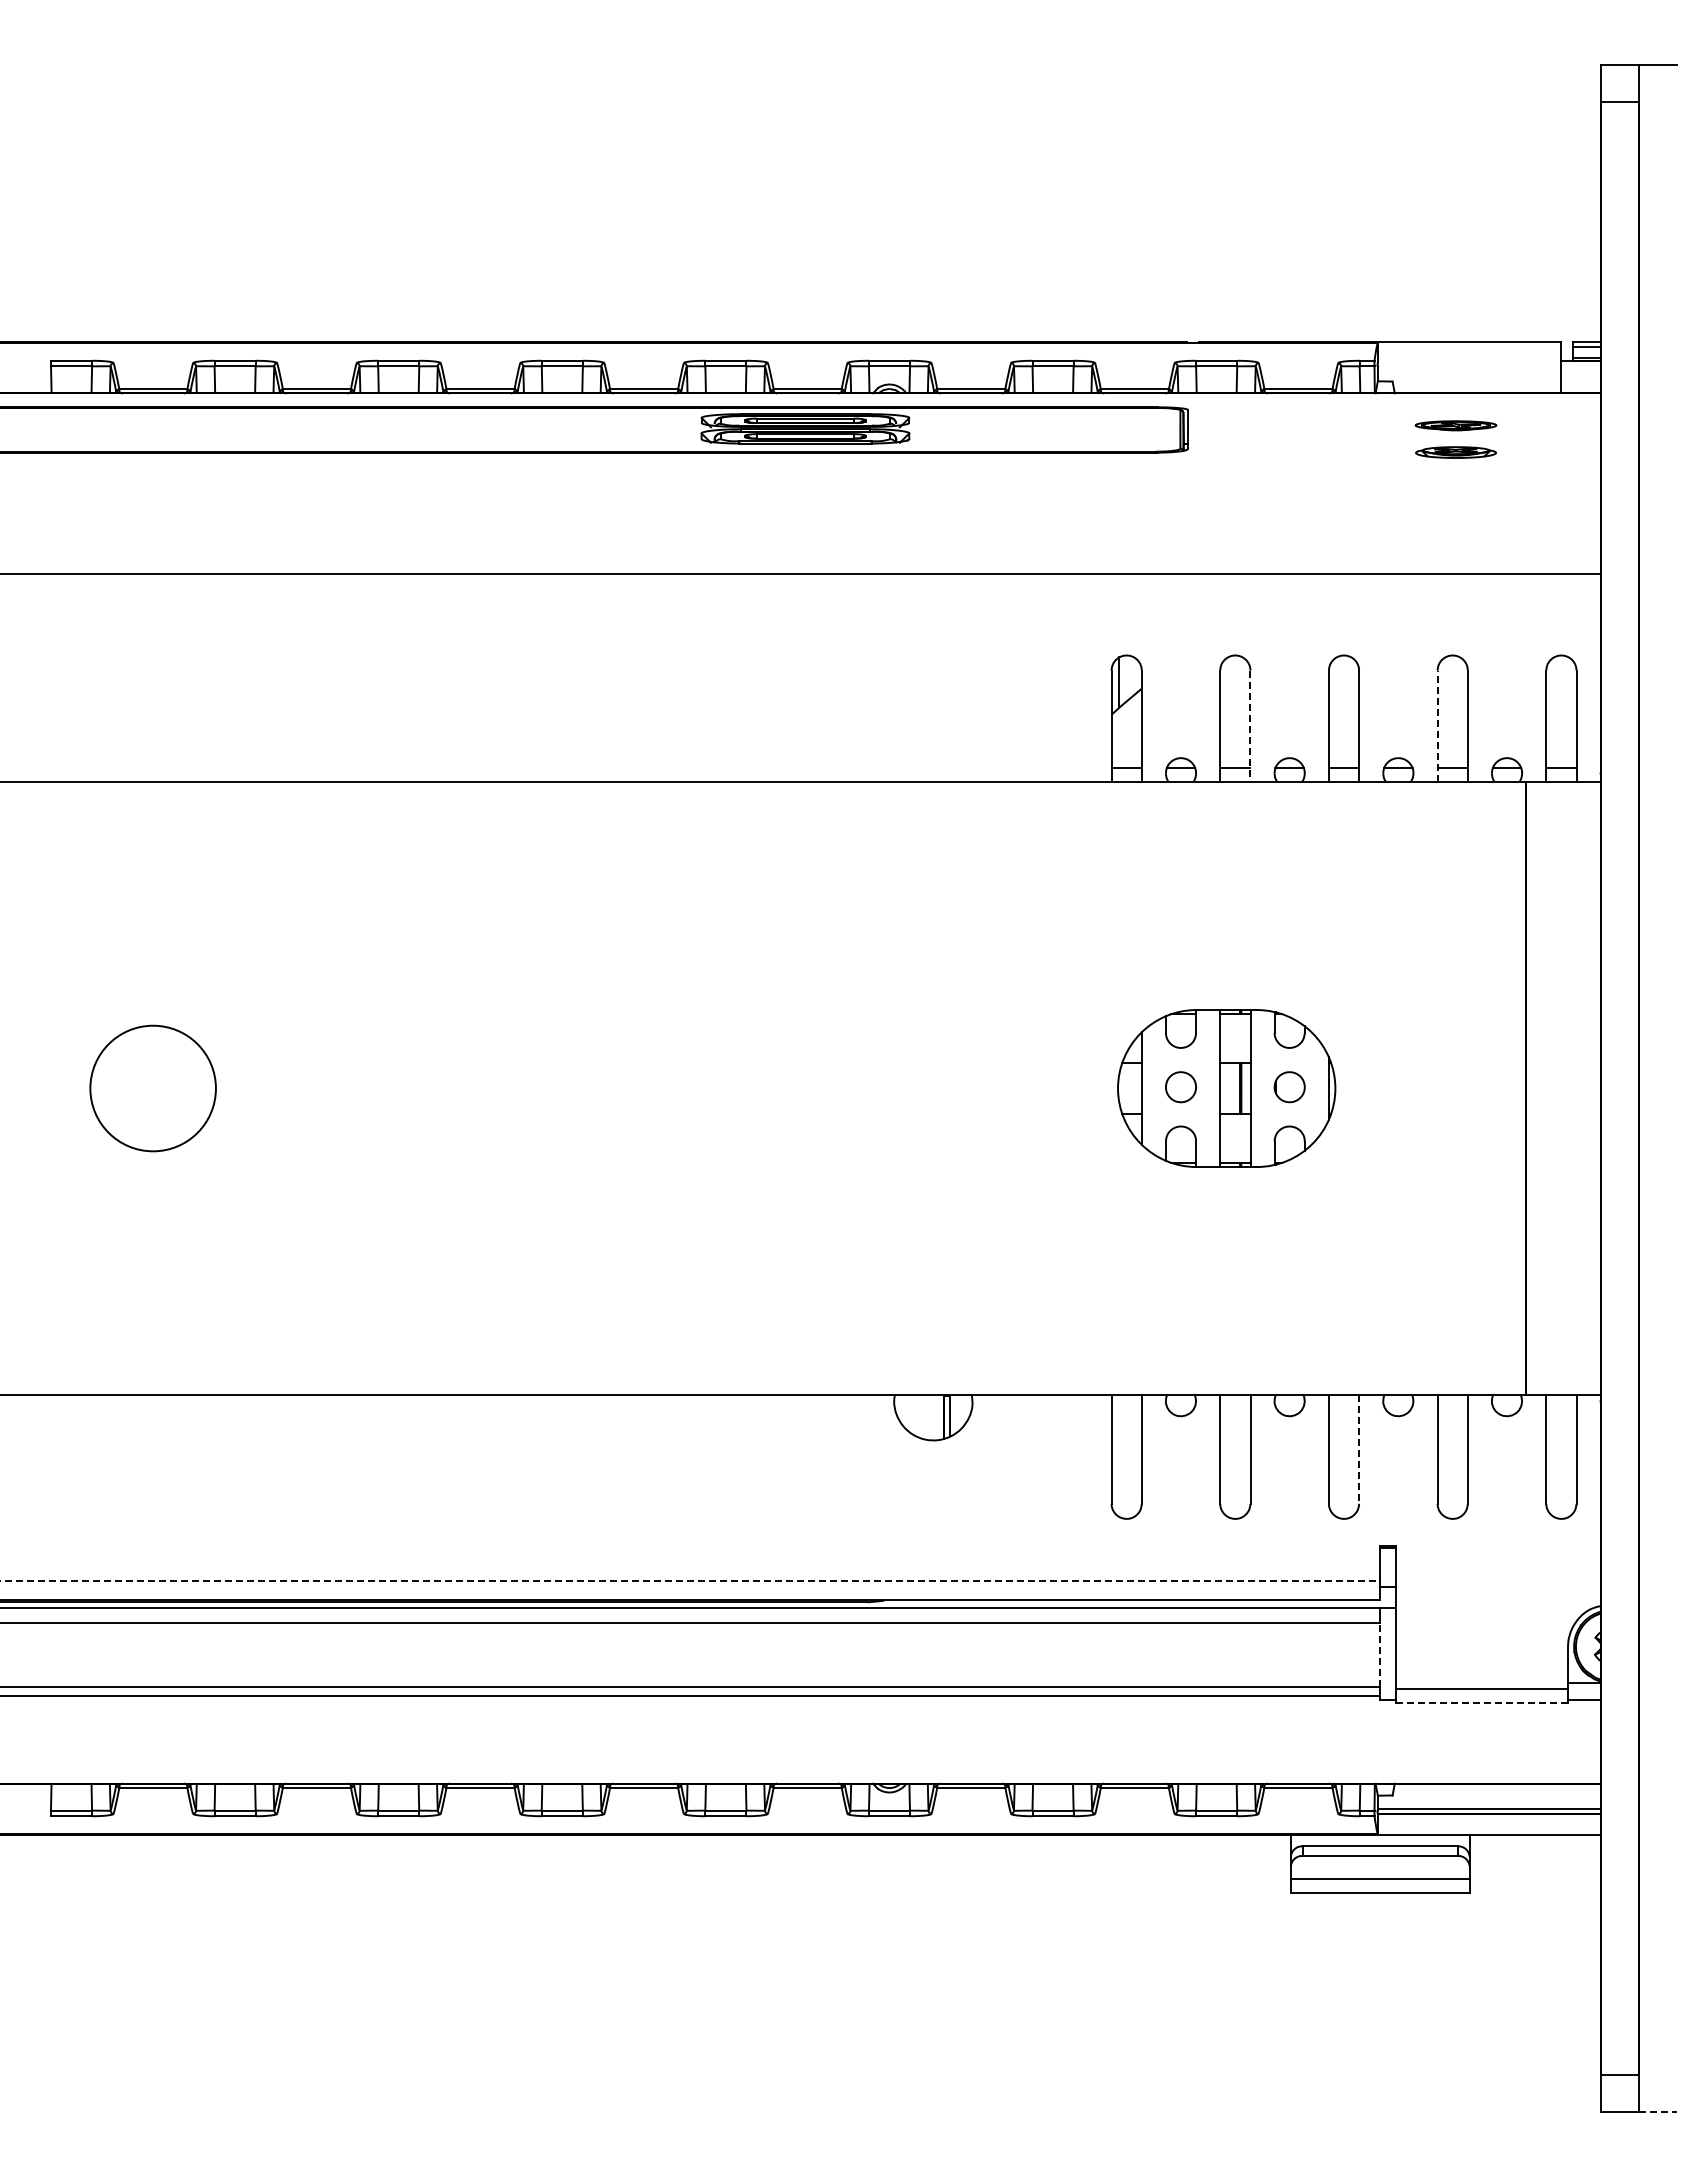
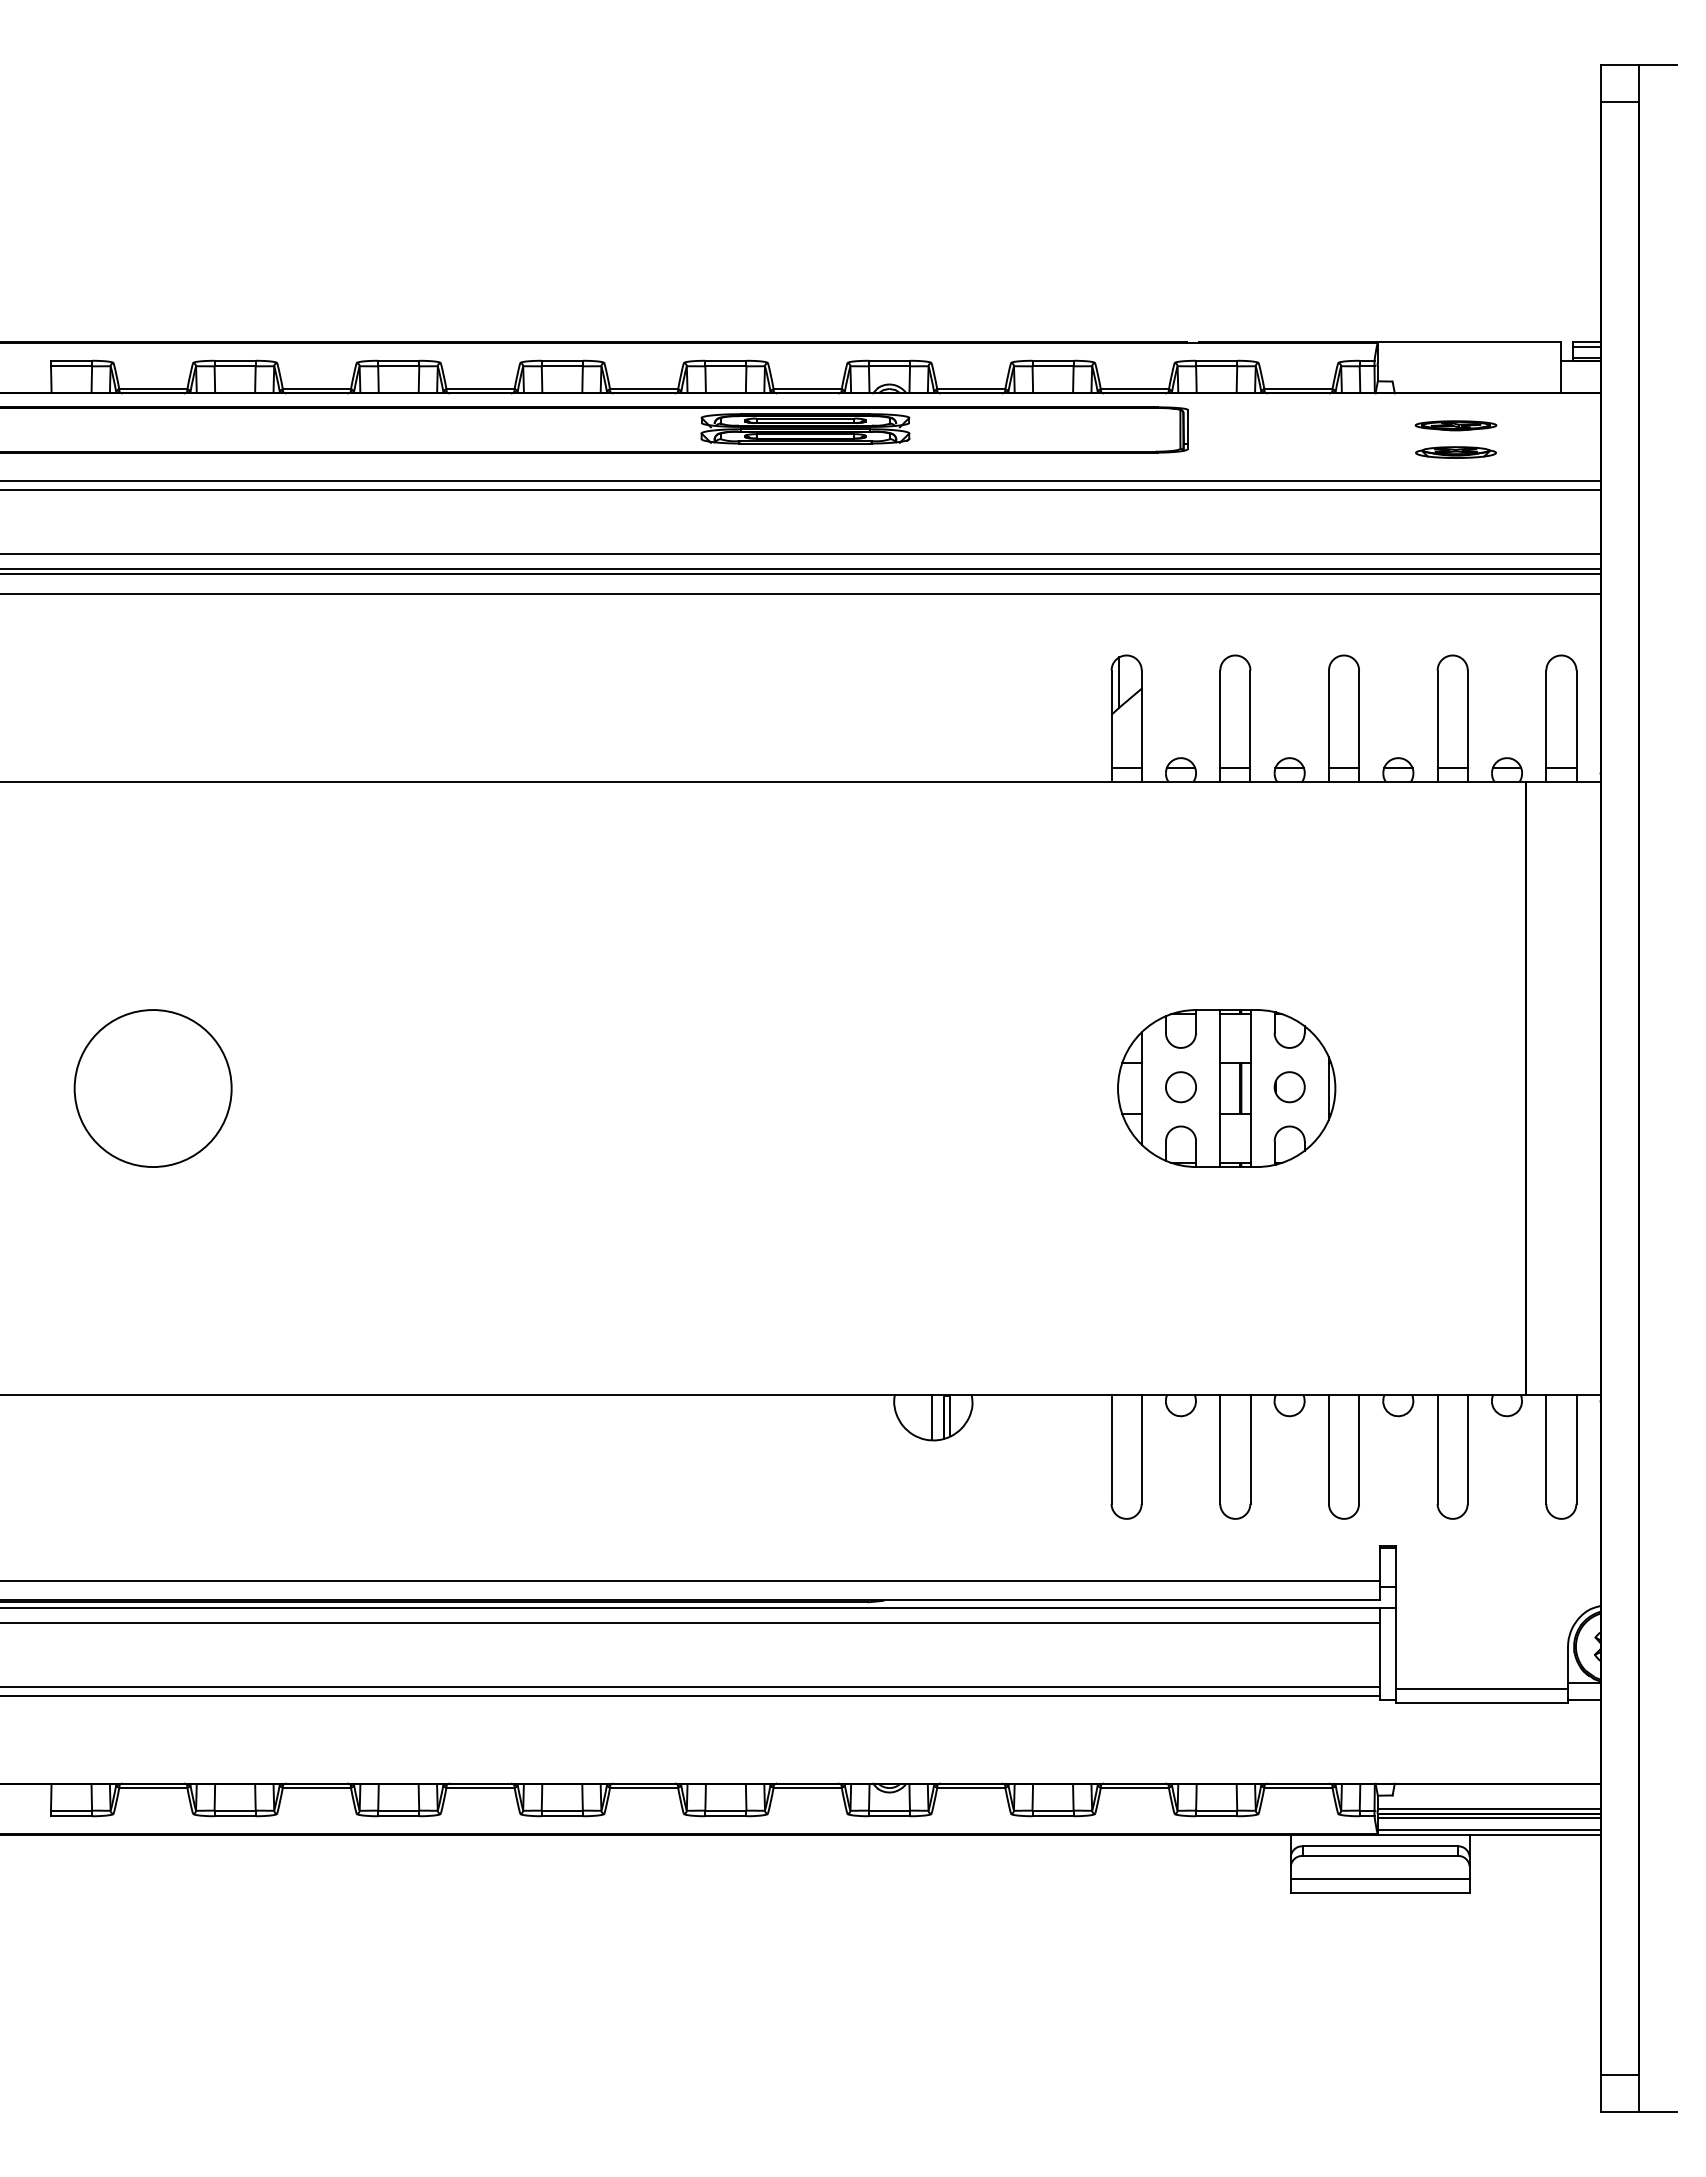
line at (801, 480): none -> present
line at (801, 490): none -> present
line at (801, 554): none -> present
line at (801, 568): none -> present
line at (801, 593): none -> present
line at (1250, 726): dashed -> solid
line at (1437, 726): dashed -> solid
circle at (152, 1088) diameter: 126 px -> 157 px
line at (932, 1417): none -> present
line at (1359, 1450): dashed -> solid
line at (690, 1580): dashed -> solid
line at (1380, 1654): dashed -> solid
line at (1482, 1703): dashed -> solid
line at (1488, 1818): none -> present
line at (1488, 1830): none -> present
line at (1657, 2111): dashed -> solid
